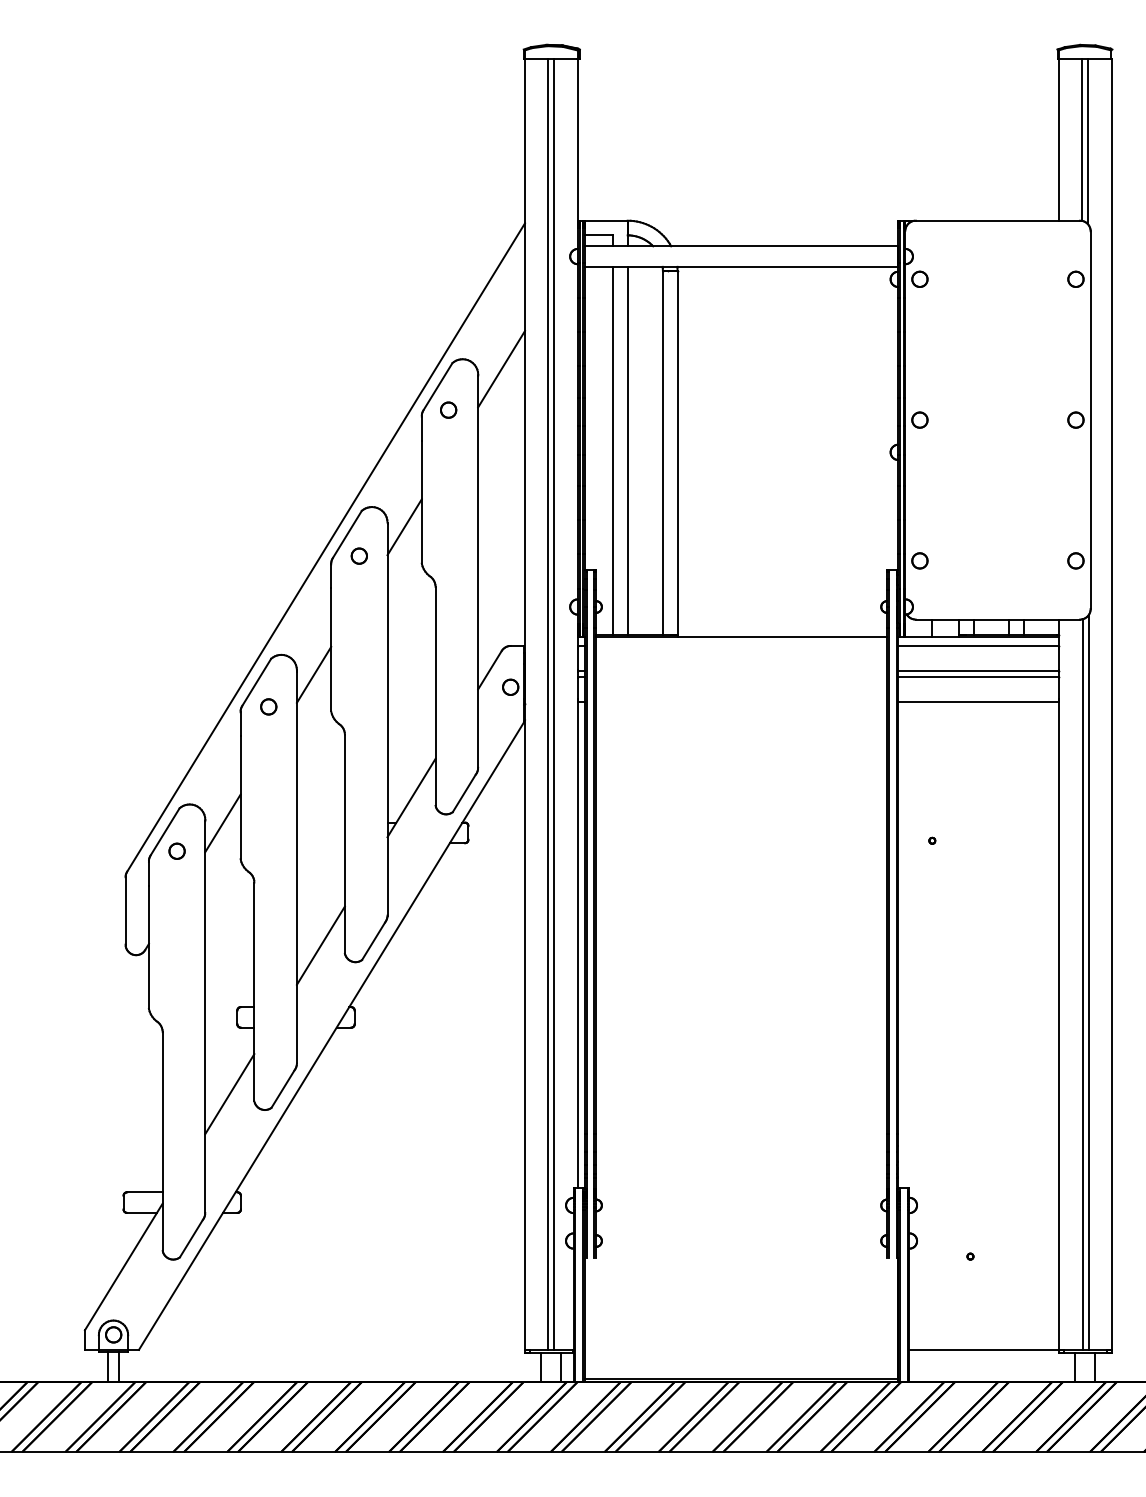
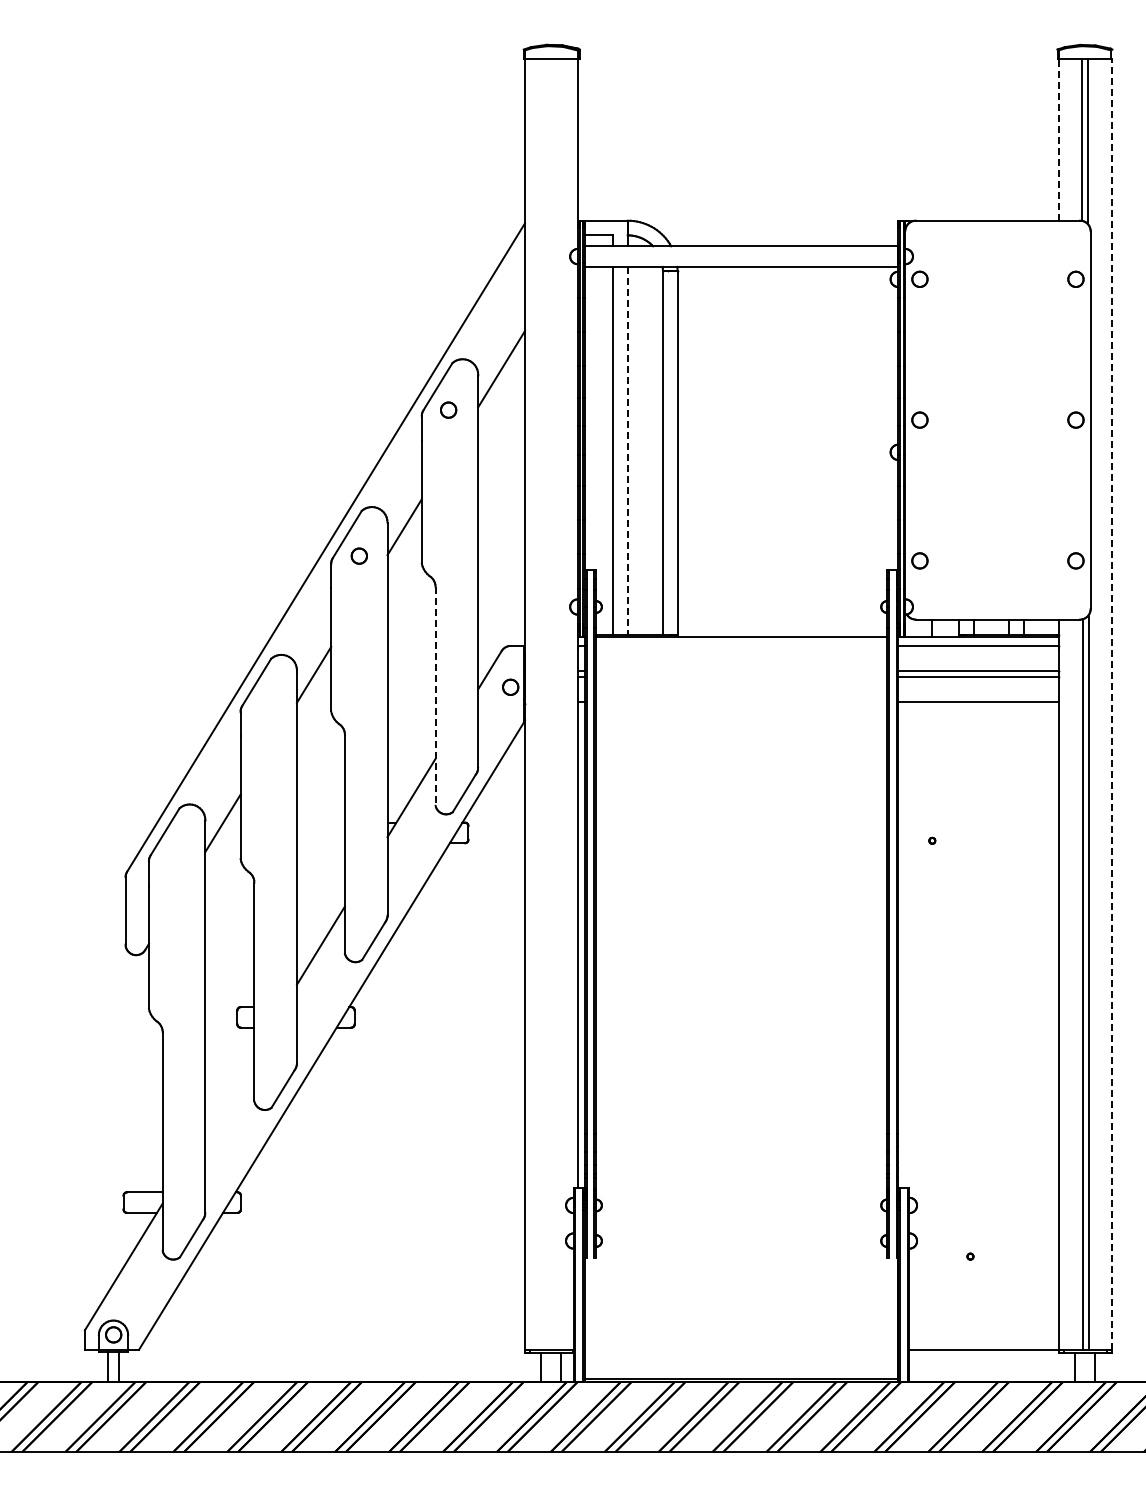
line at (1058, 140): solid -> dashed
line at (627, 451): solid -> dashed
line at (435, 696): solid -> dashed
line at (548, 704): present -> none
line at (554, 704): present -> none
line at (1111, 704): solid -> dashed
part at (268, 706): present -> none
part at (176, 850): present -> none
line at (229, 1094): present -> none
